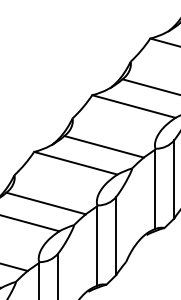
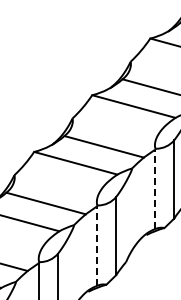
line at (154, 189): solid -> dashed
line at (96, 246): solid -> dashed
